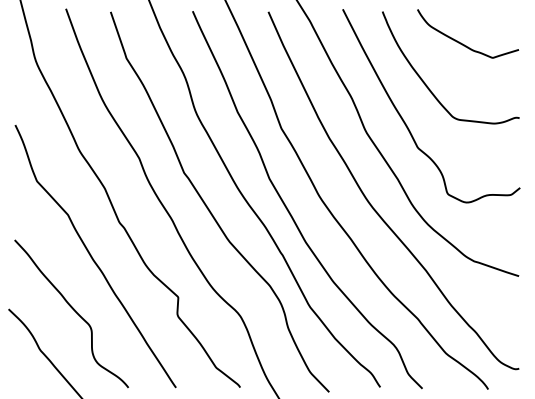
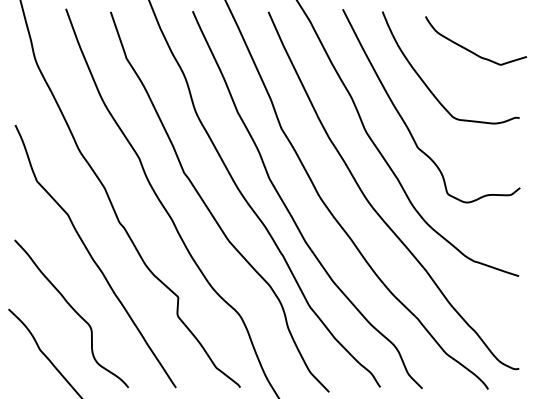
curve at (461, 42) position: (461, 42) -> (469, 49)
